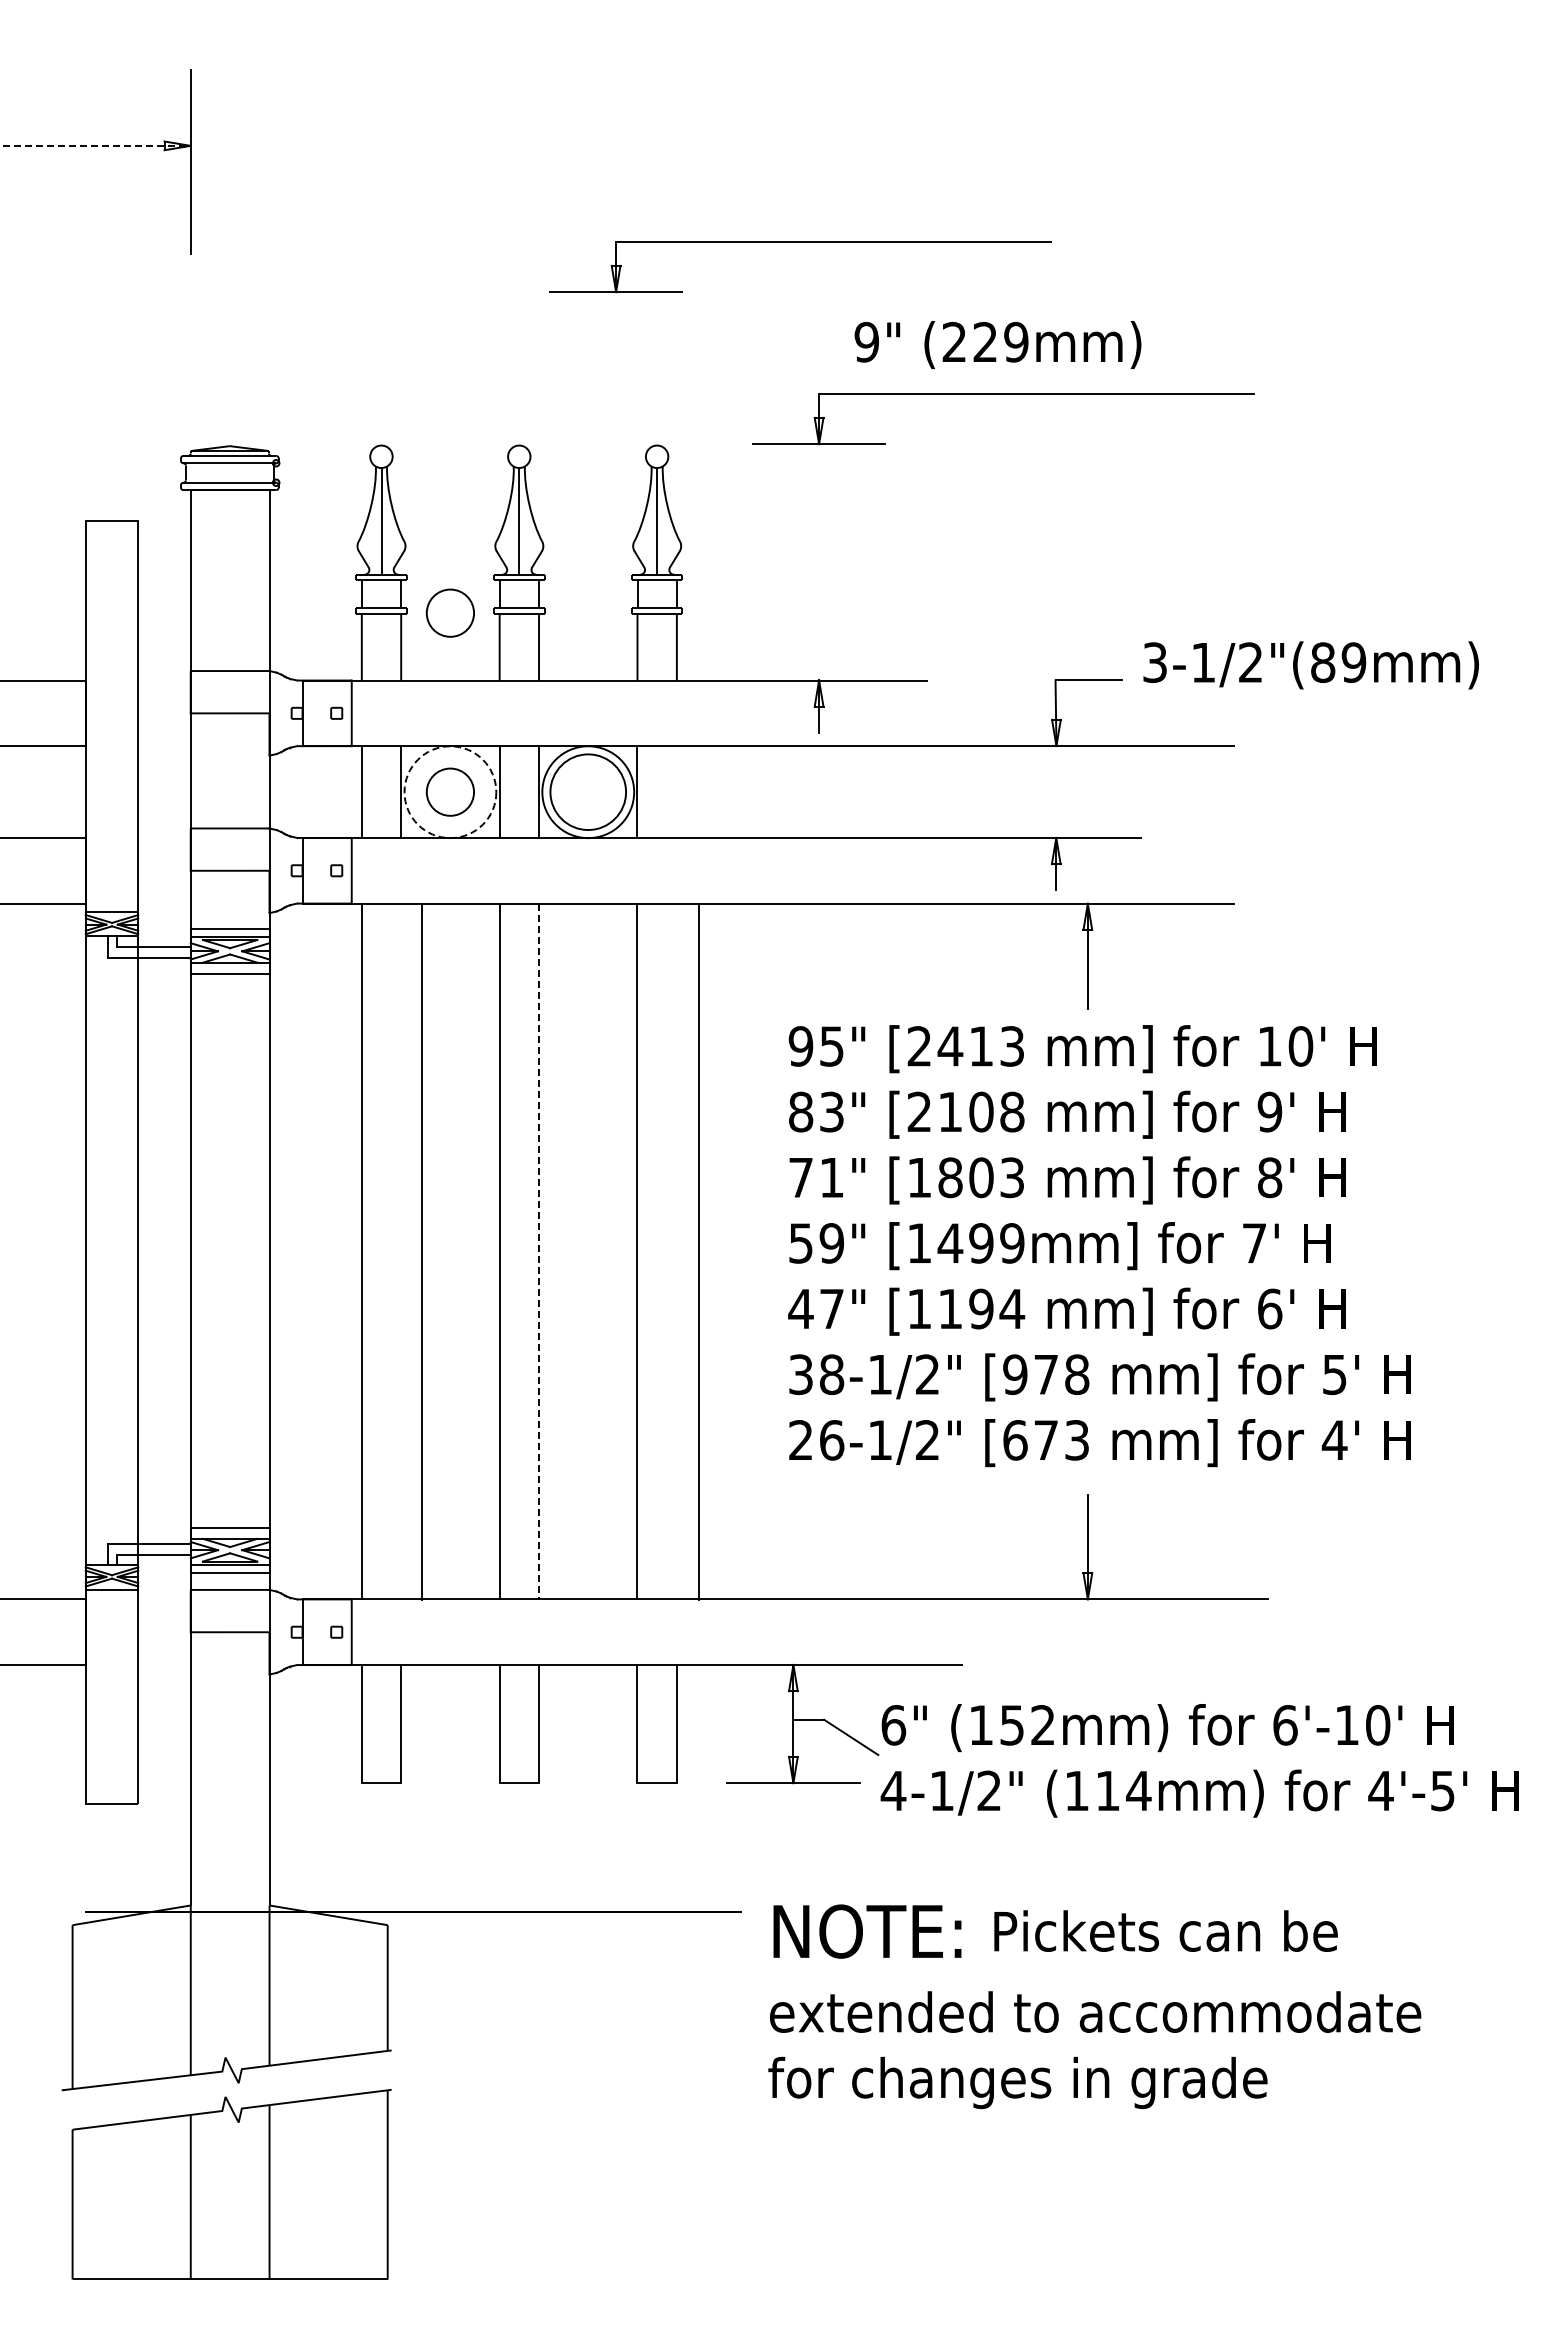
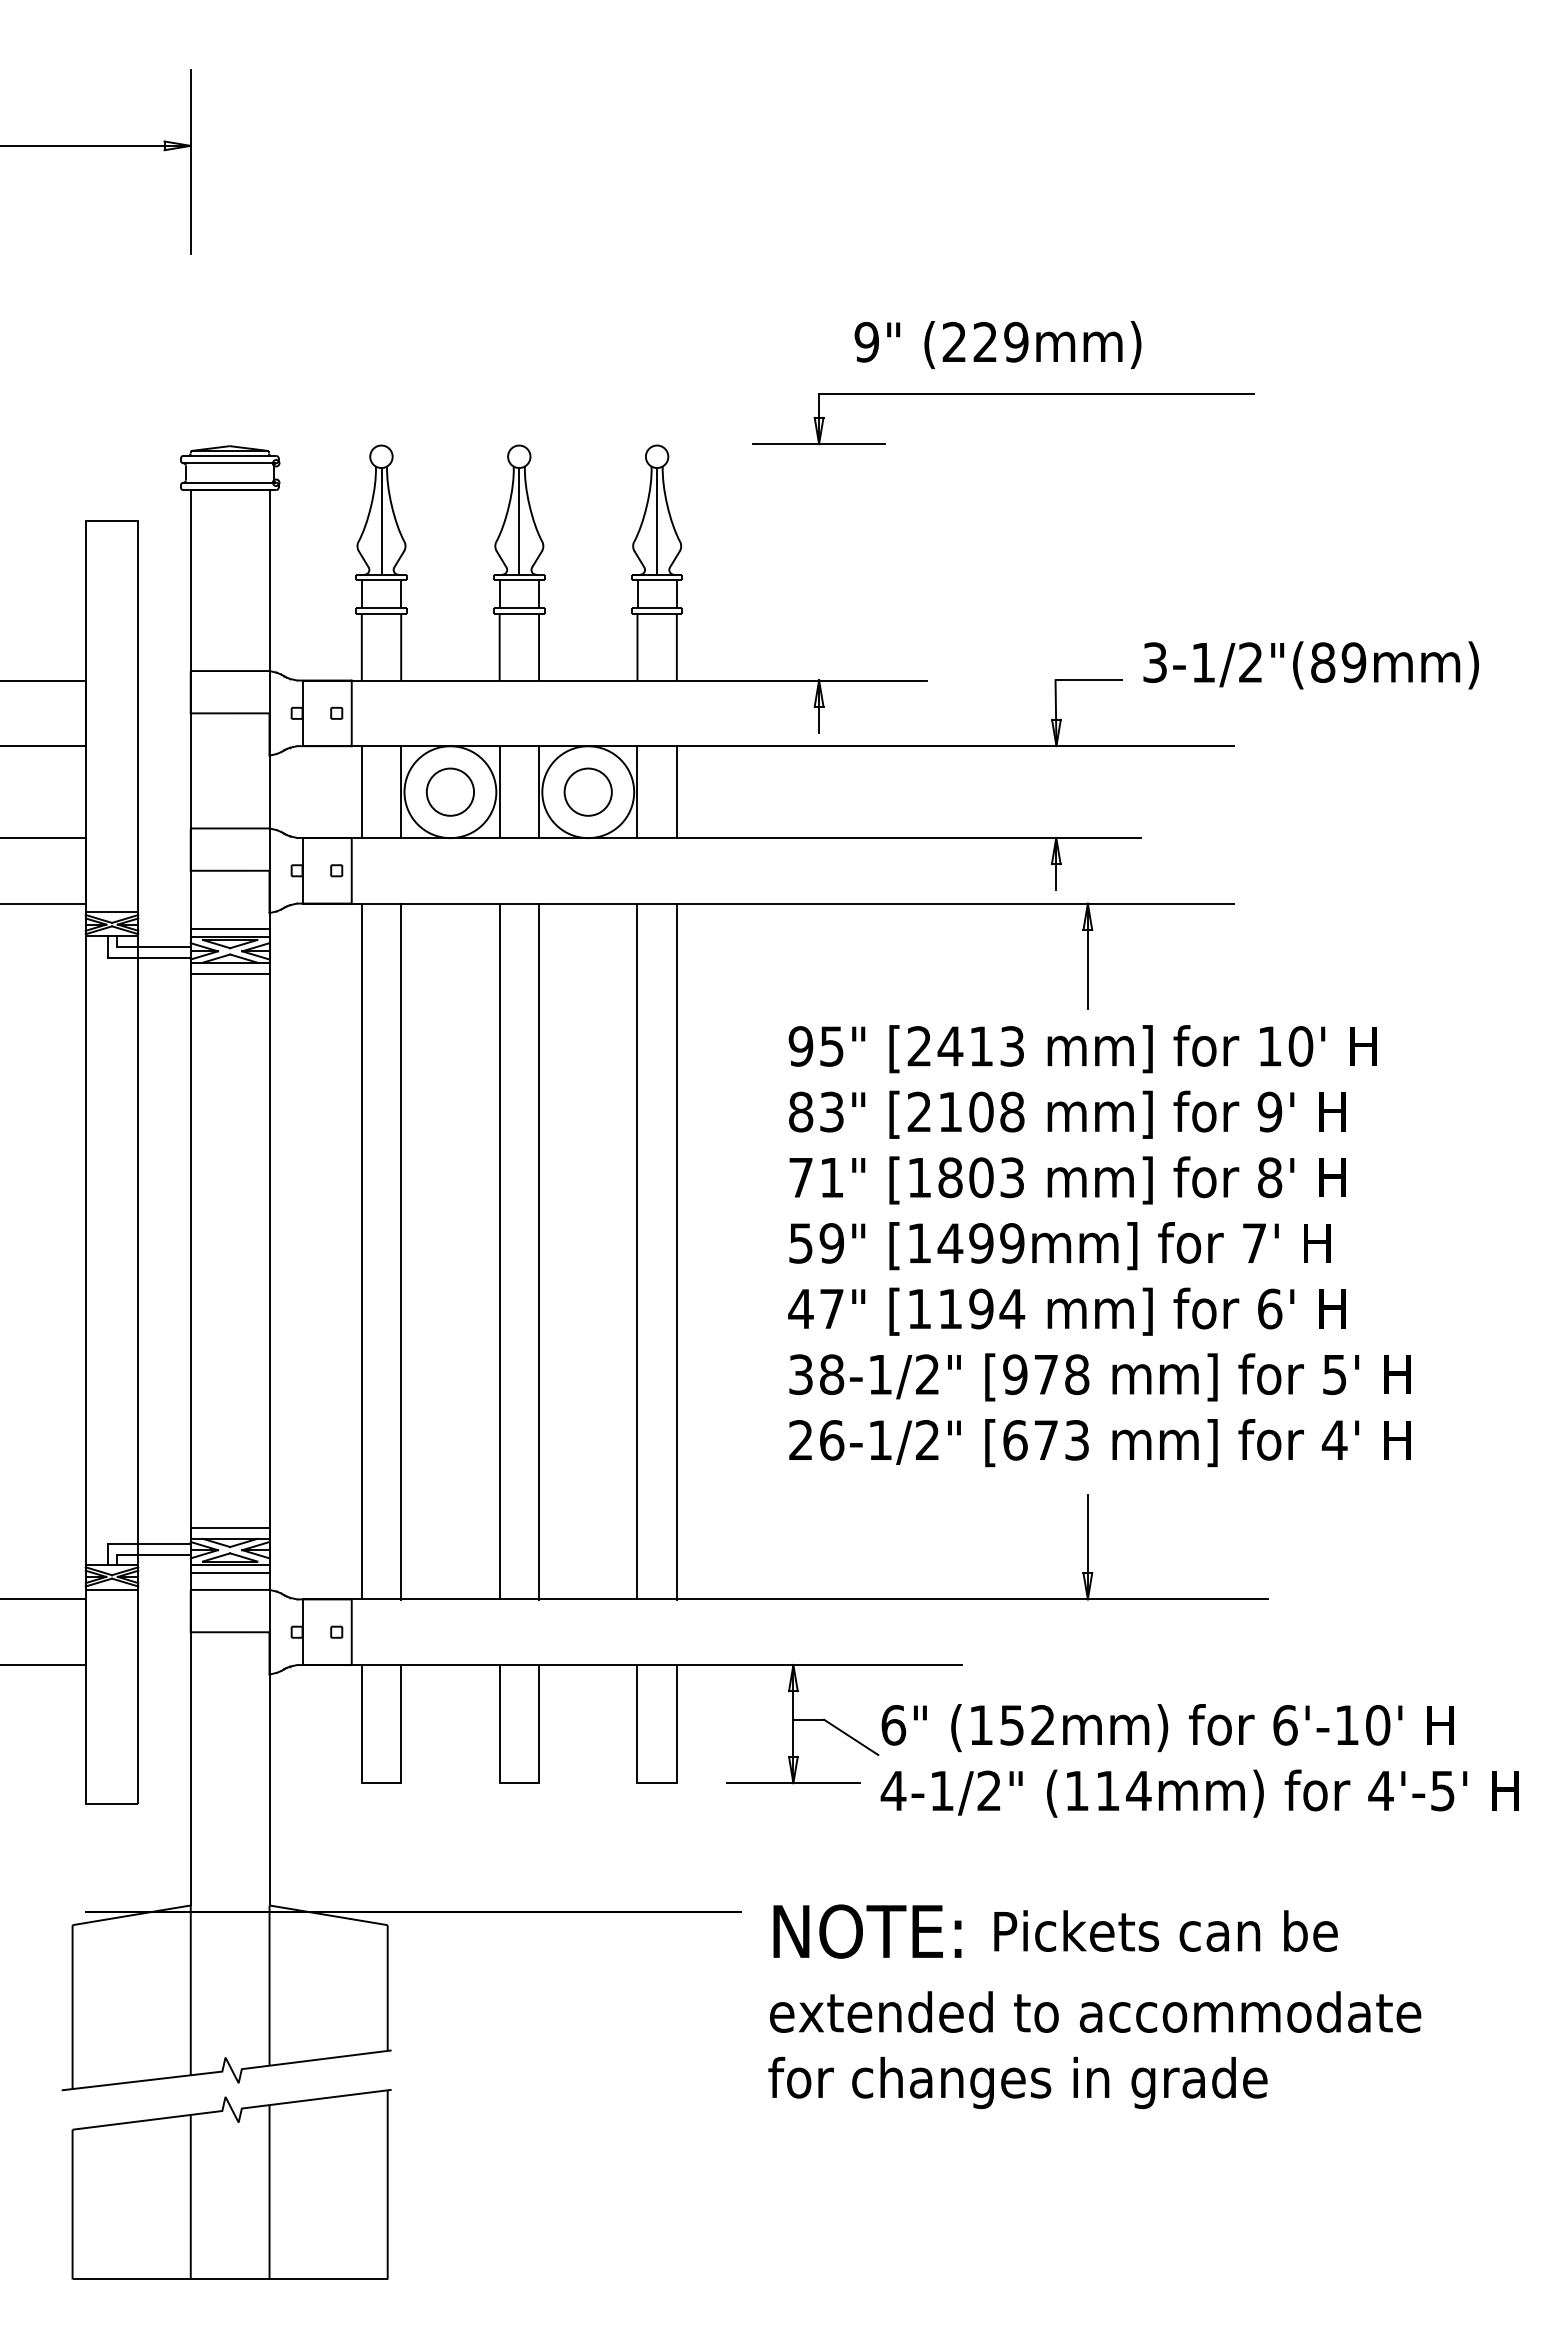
line at (95, 145): dashed -> solid
part at (800, 242): present -> none
circle at (449, 612): present -> none
line at (676, 791): none -> present
circle at (450, 792): dashed -> solid
circle at (588, 792) diameter: 76 px -> 47 px
line at (422, 1251) position: (422, 1251) -> (401, 1251)
line at (539, 1251): dashed -> solid
line at (698, 1251) position: (698, 1251) -> (676, 1251)
